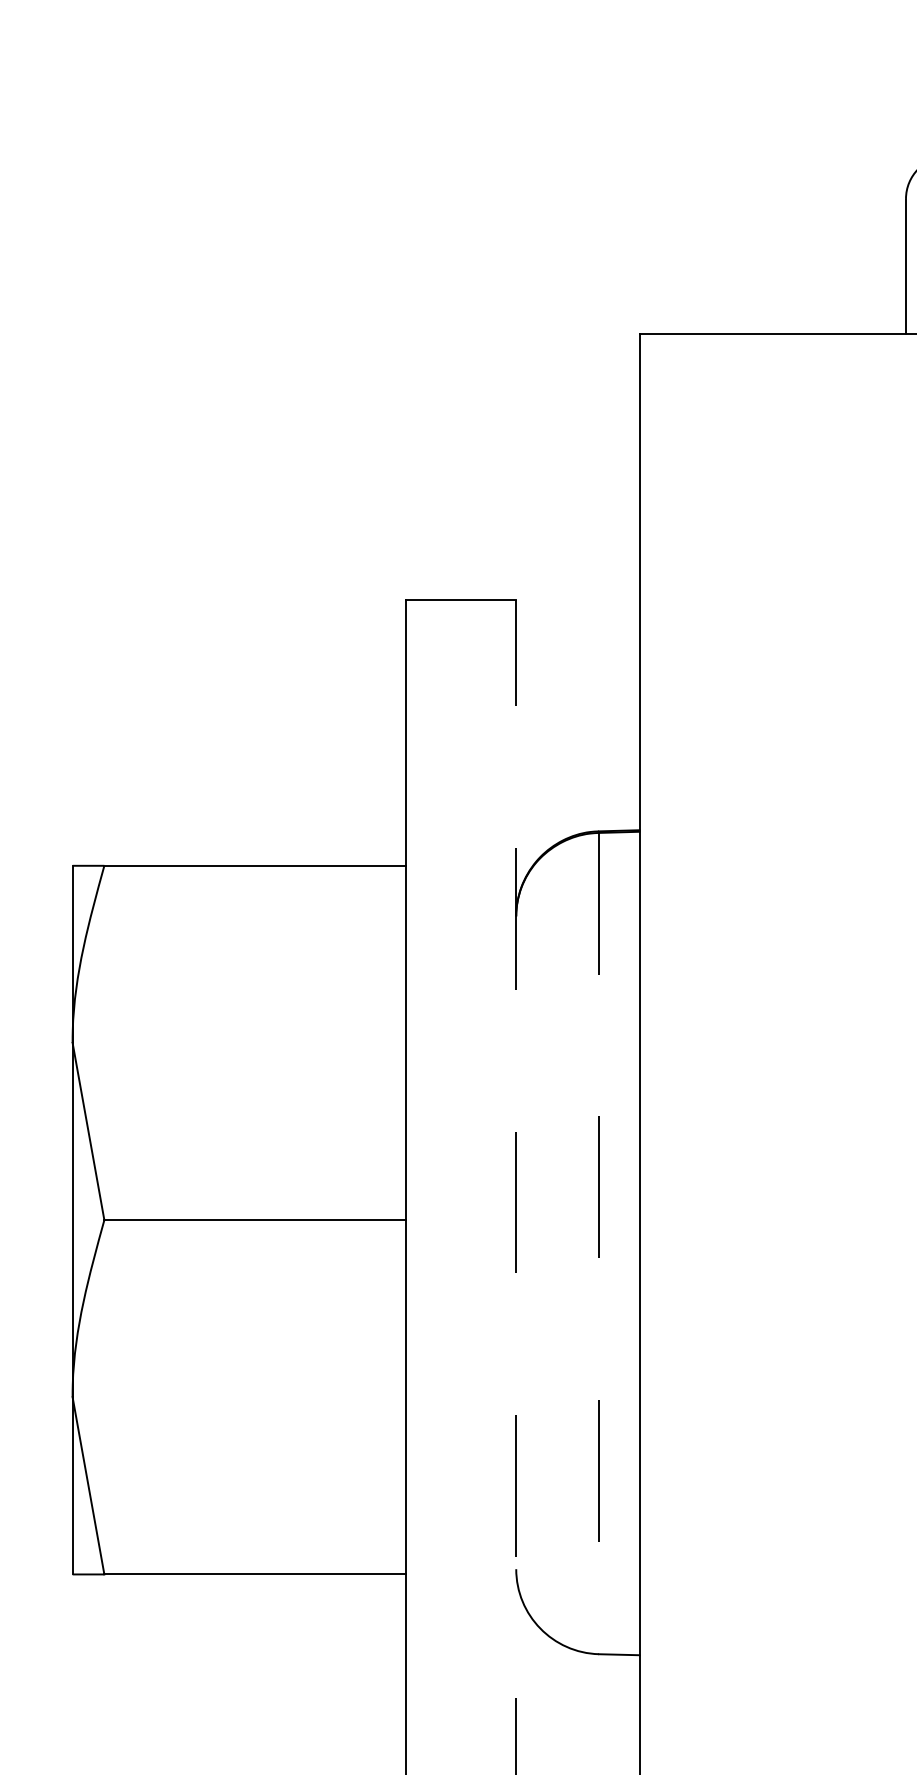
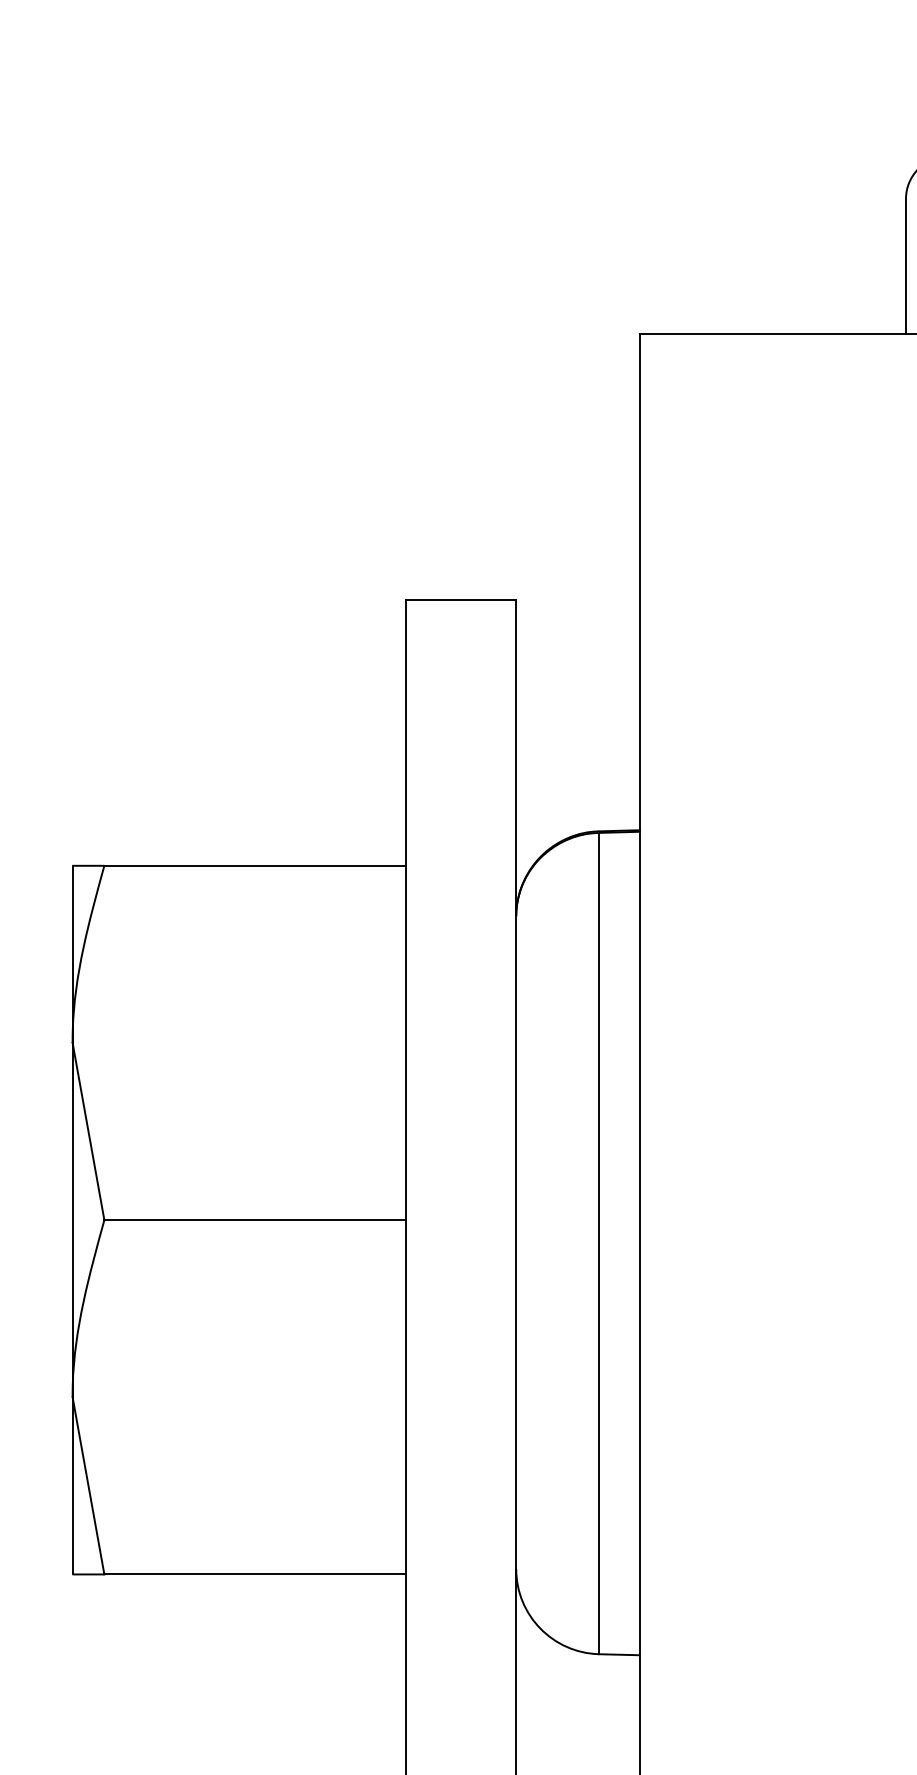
line at (516, 1186): dashed -> solid
line at (599, 1243): dashed -> solid
